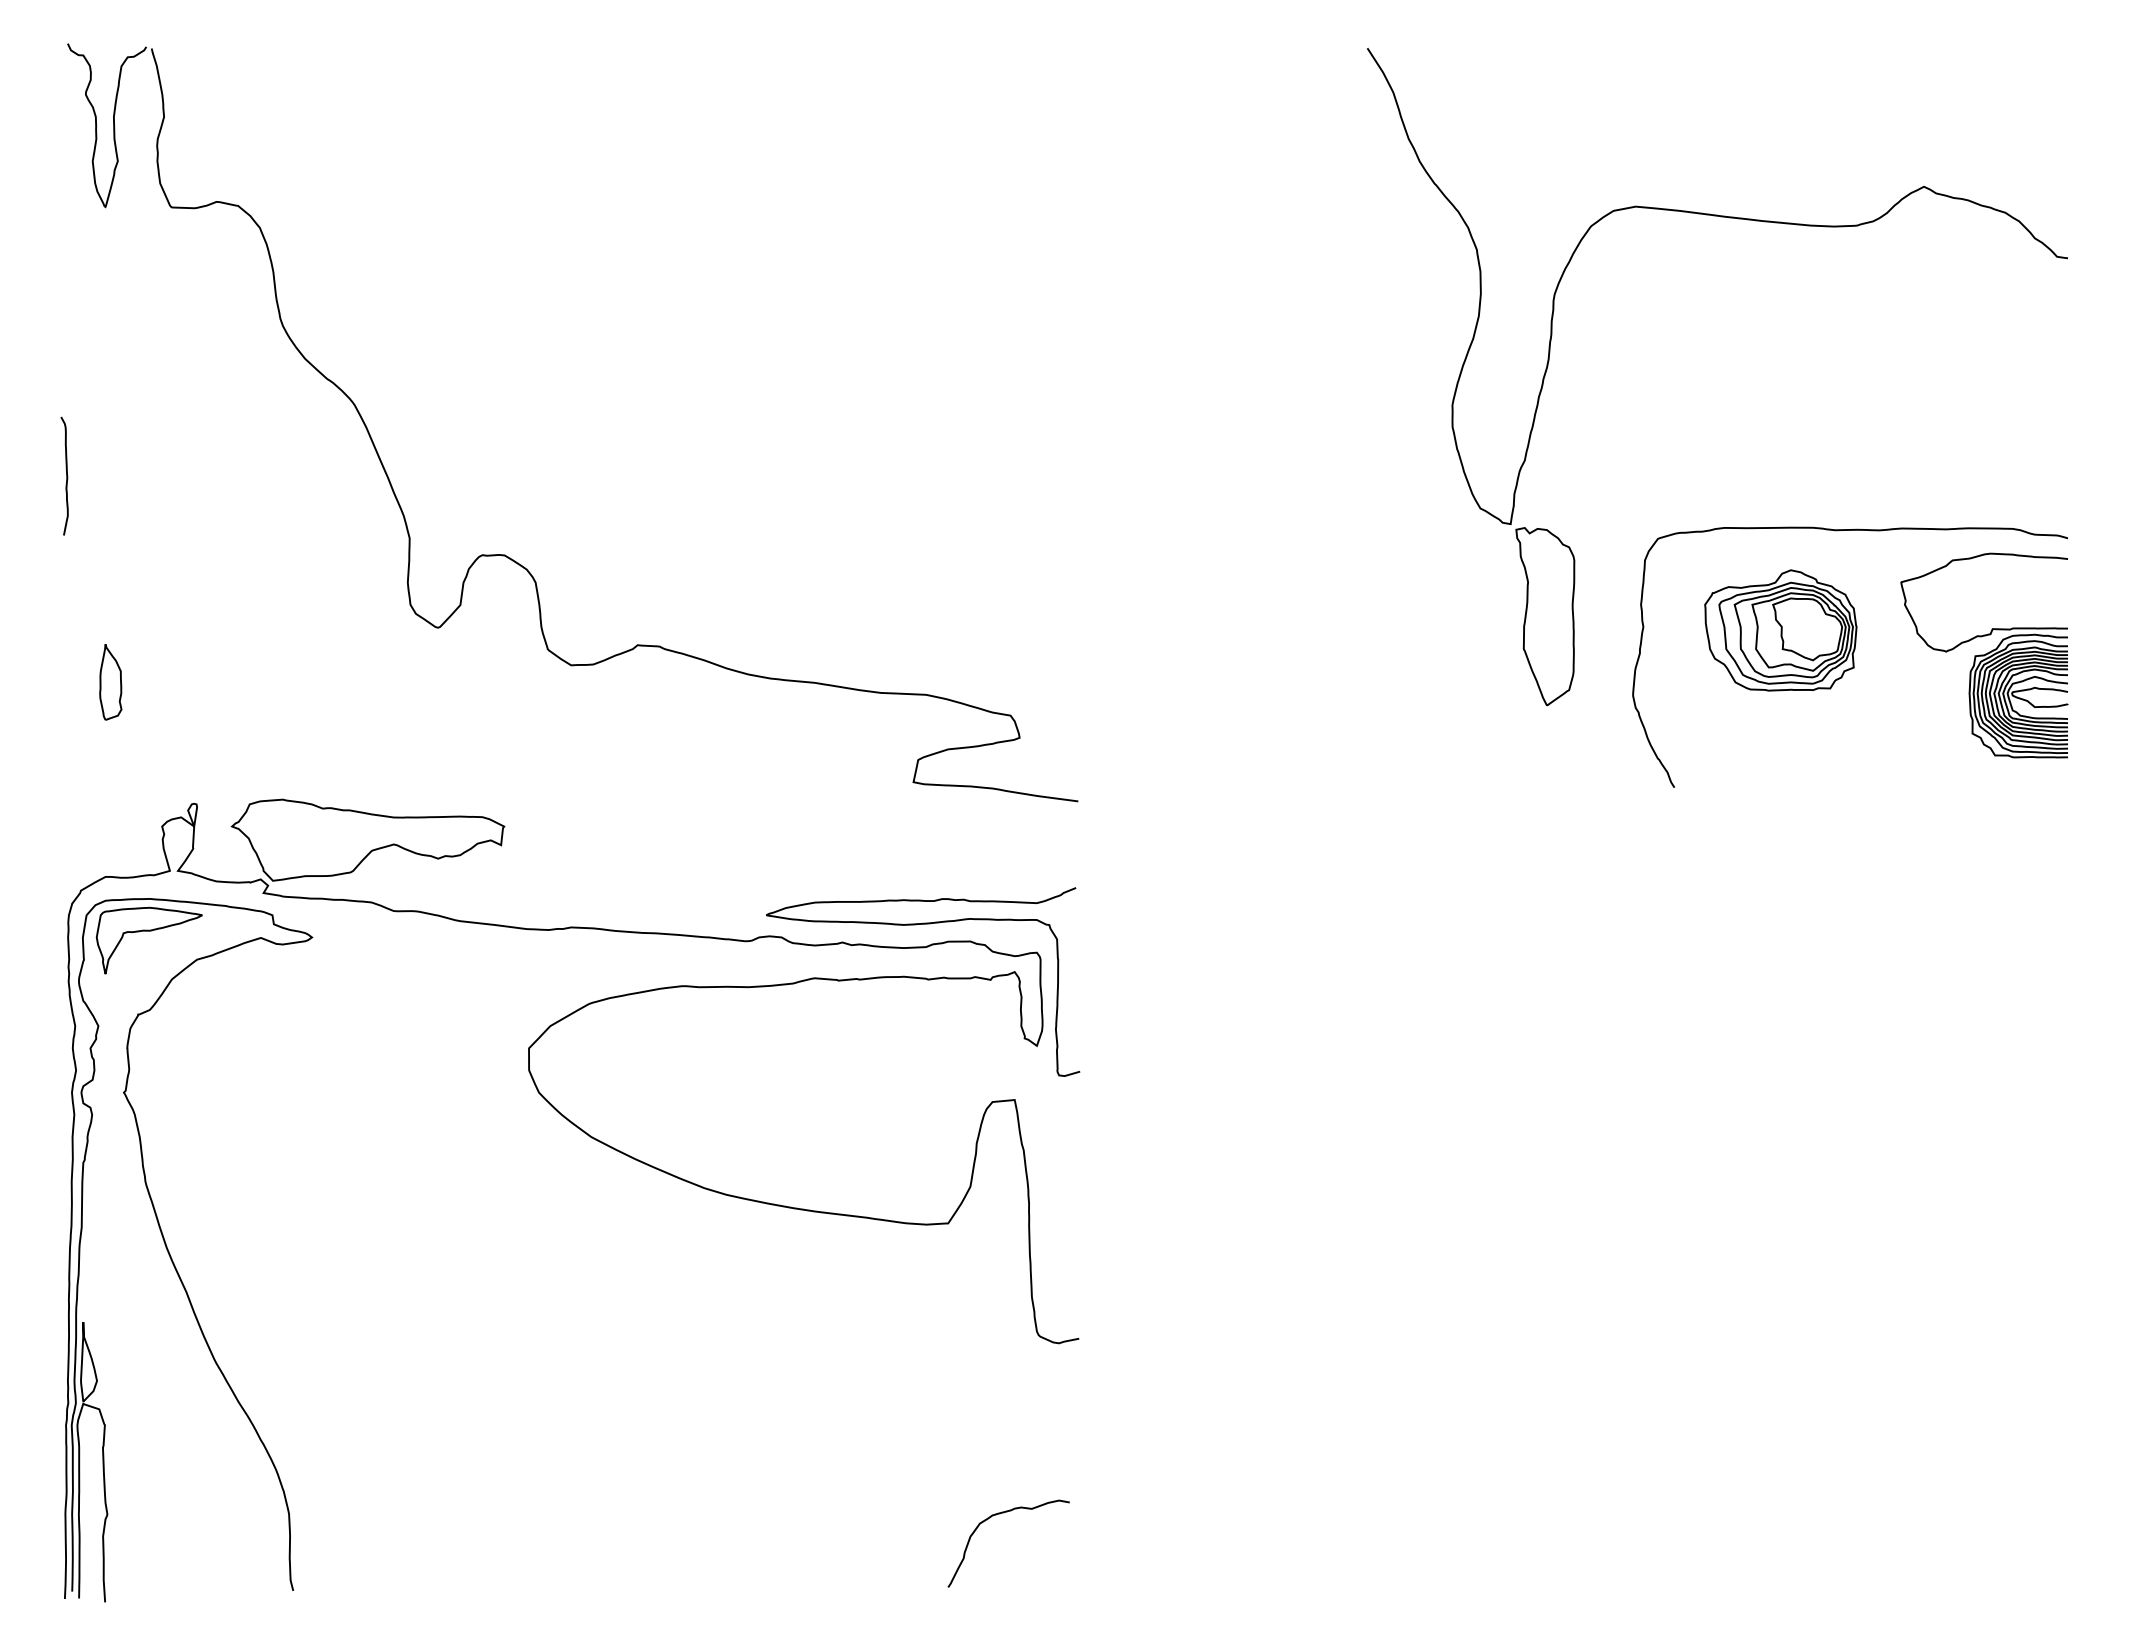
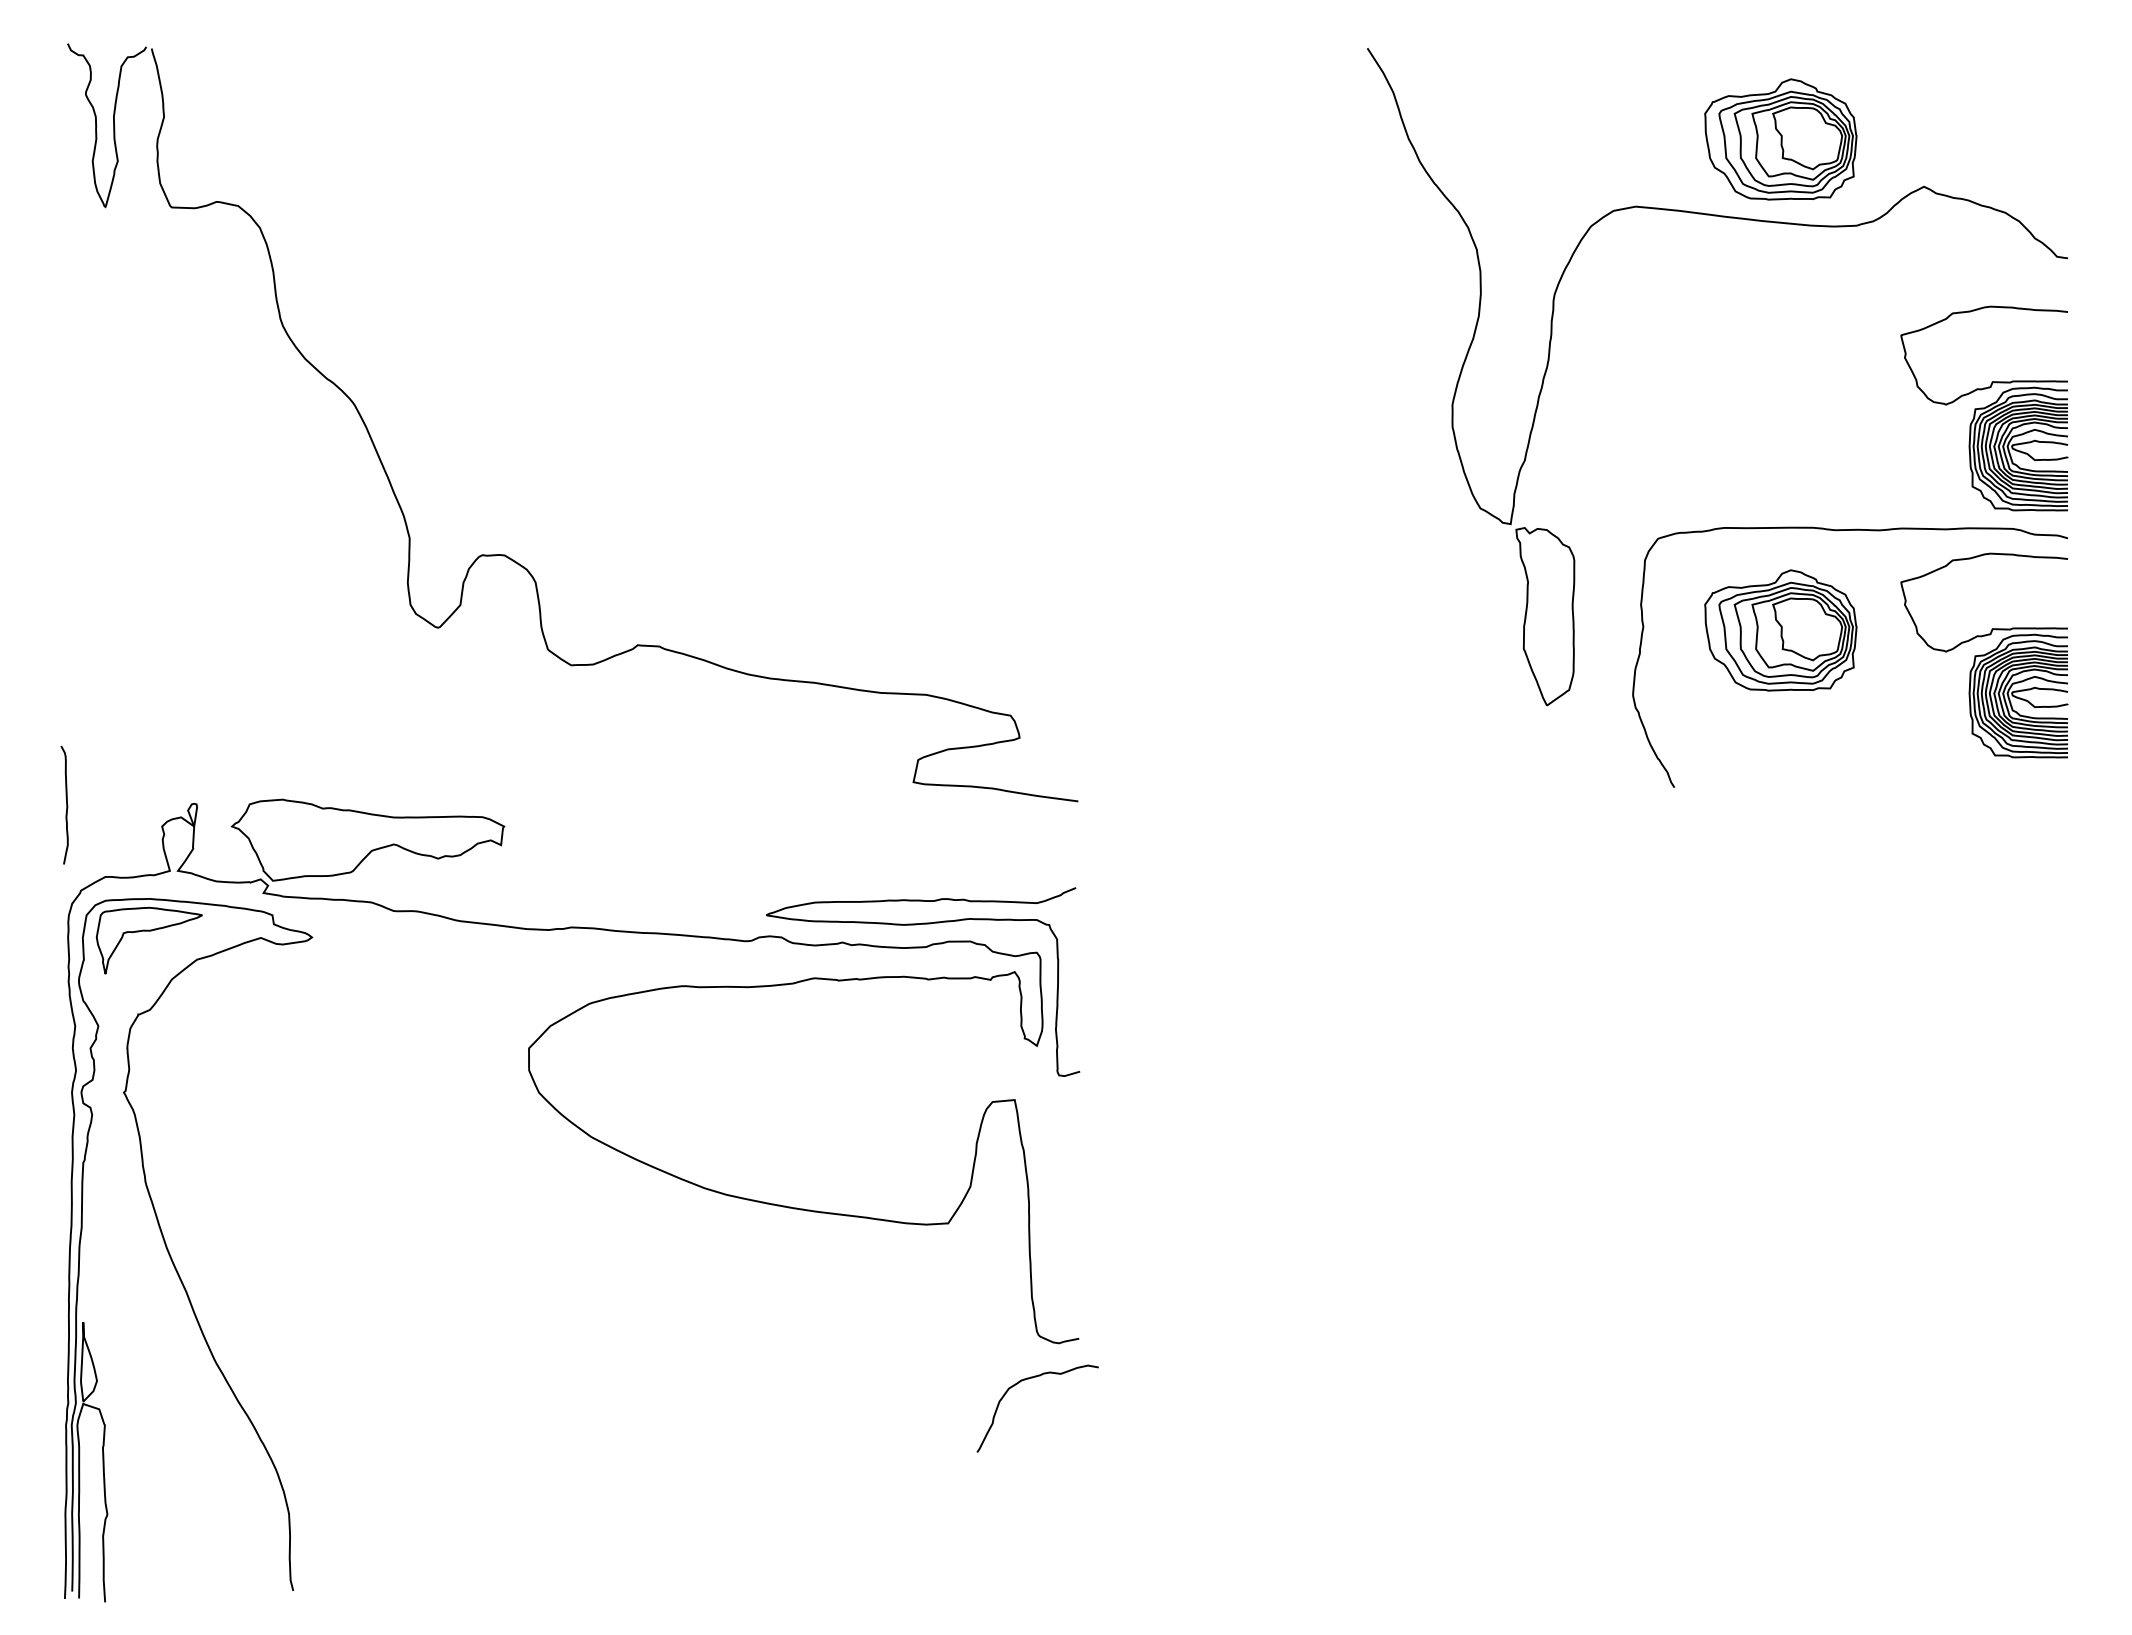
part at (1780, 139): none -> present
part at (1984, 408): none -> present
curve at (66, 475) position: (66, 475) -> (66, 804)
part at (110, 682): present -> none
curve at (999, 1514) position: (999, 1514) -> (1028, 1379)
